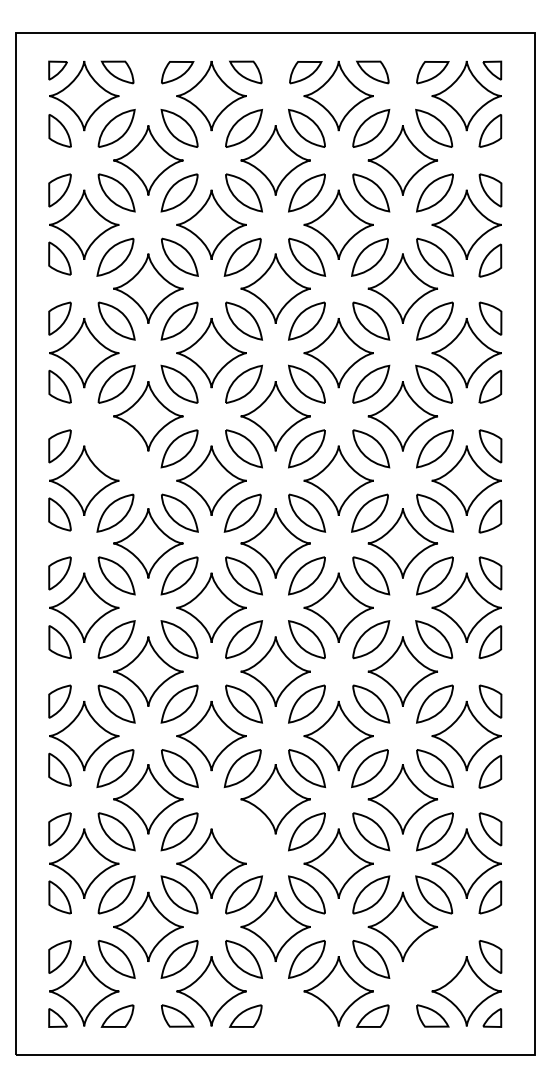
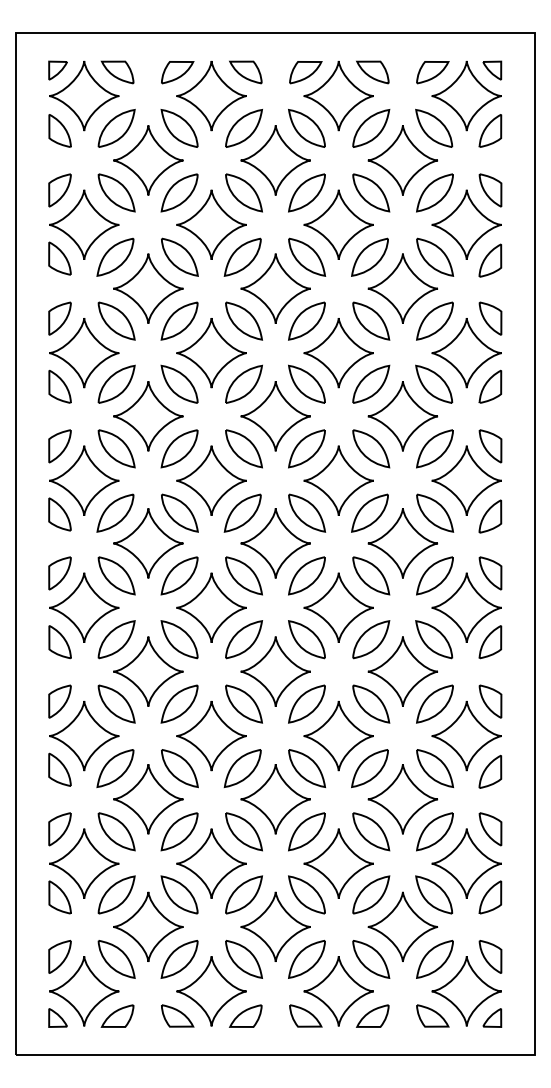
part at (116, 448): none -> present
part at (243, 831): none -> present
part at (434, 958): none -> present
part at (305, 1015): none -> present
